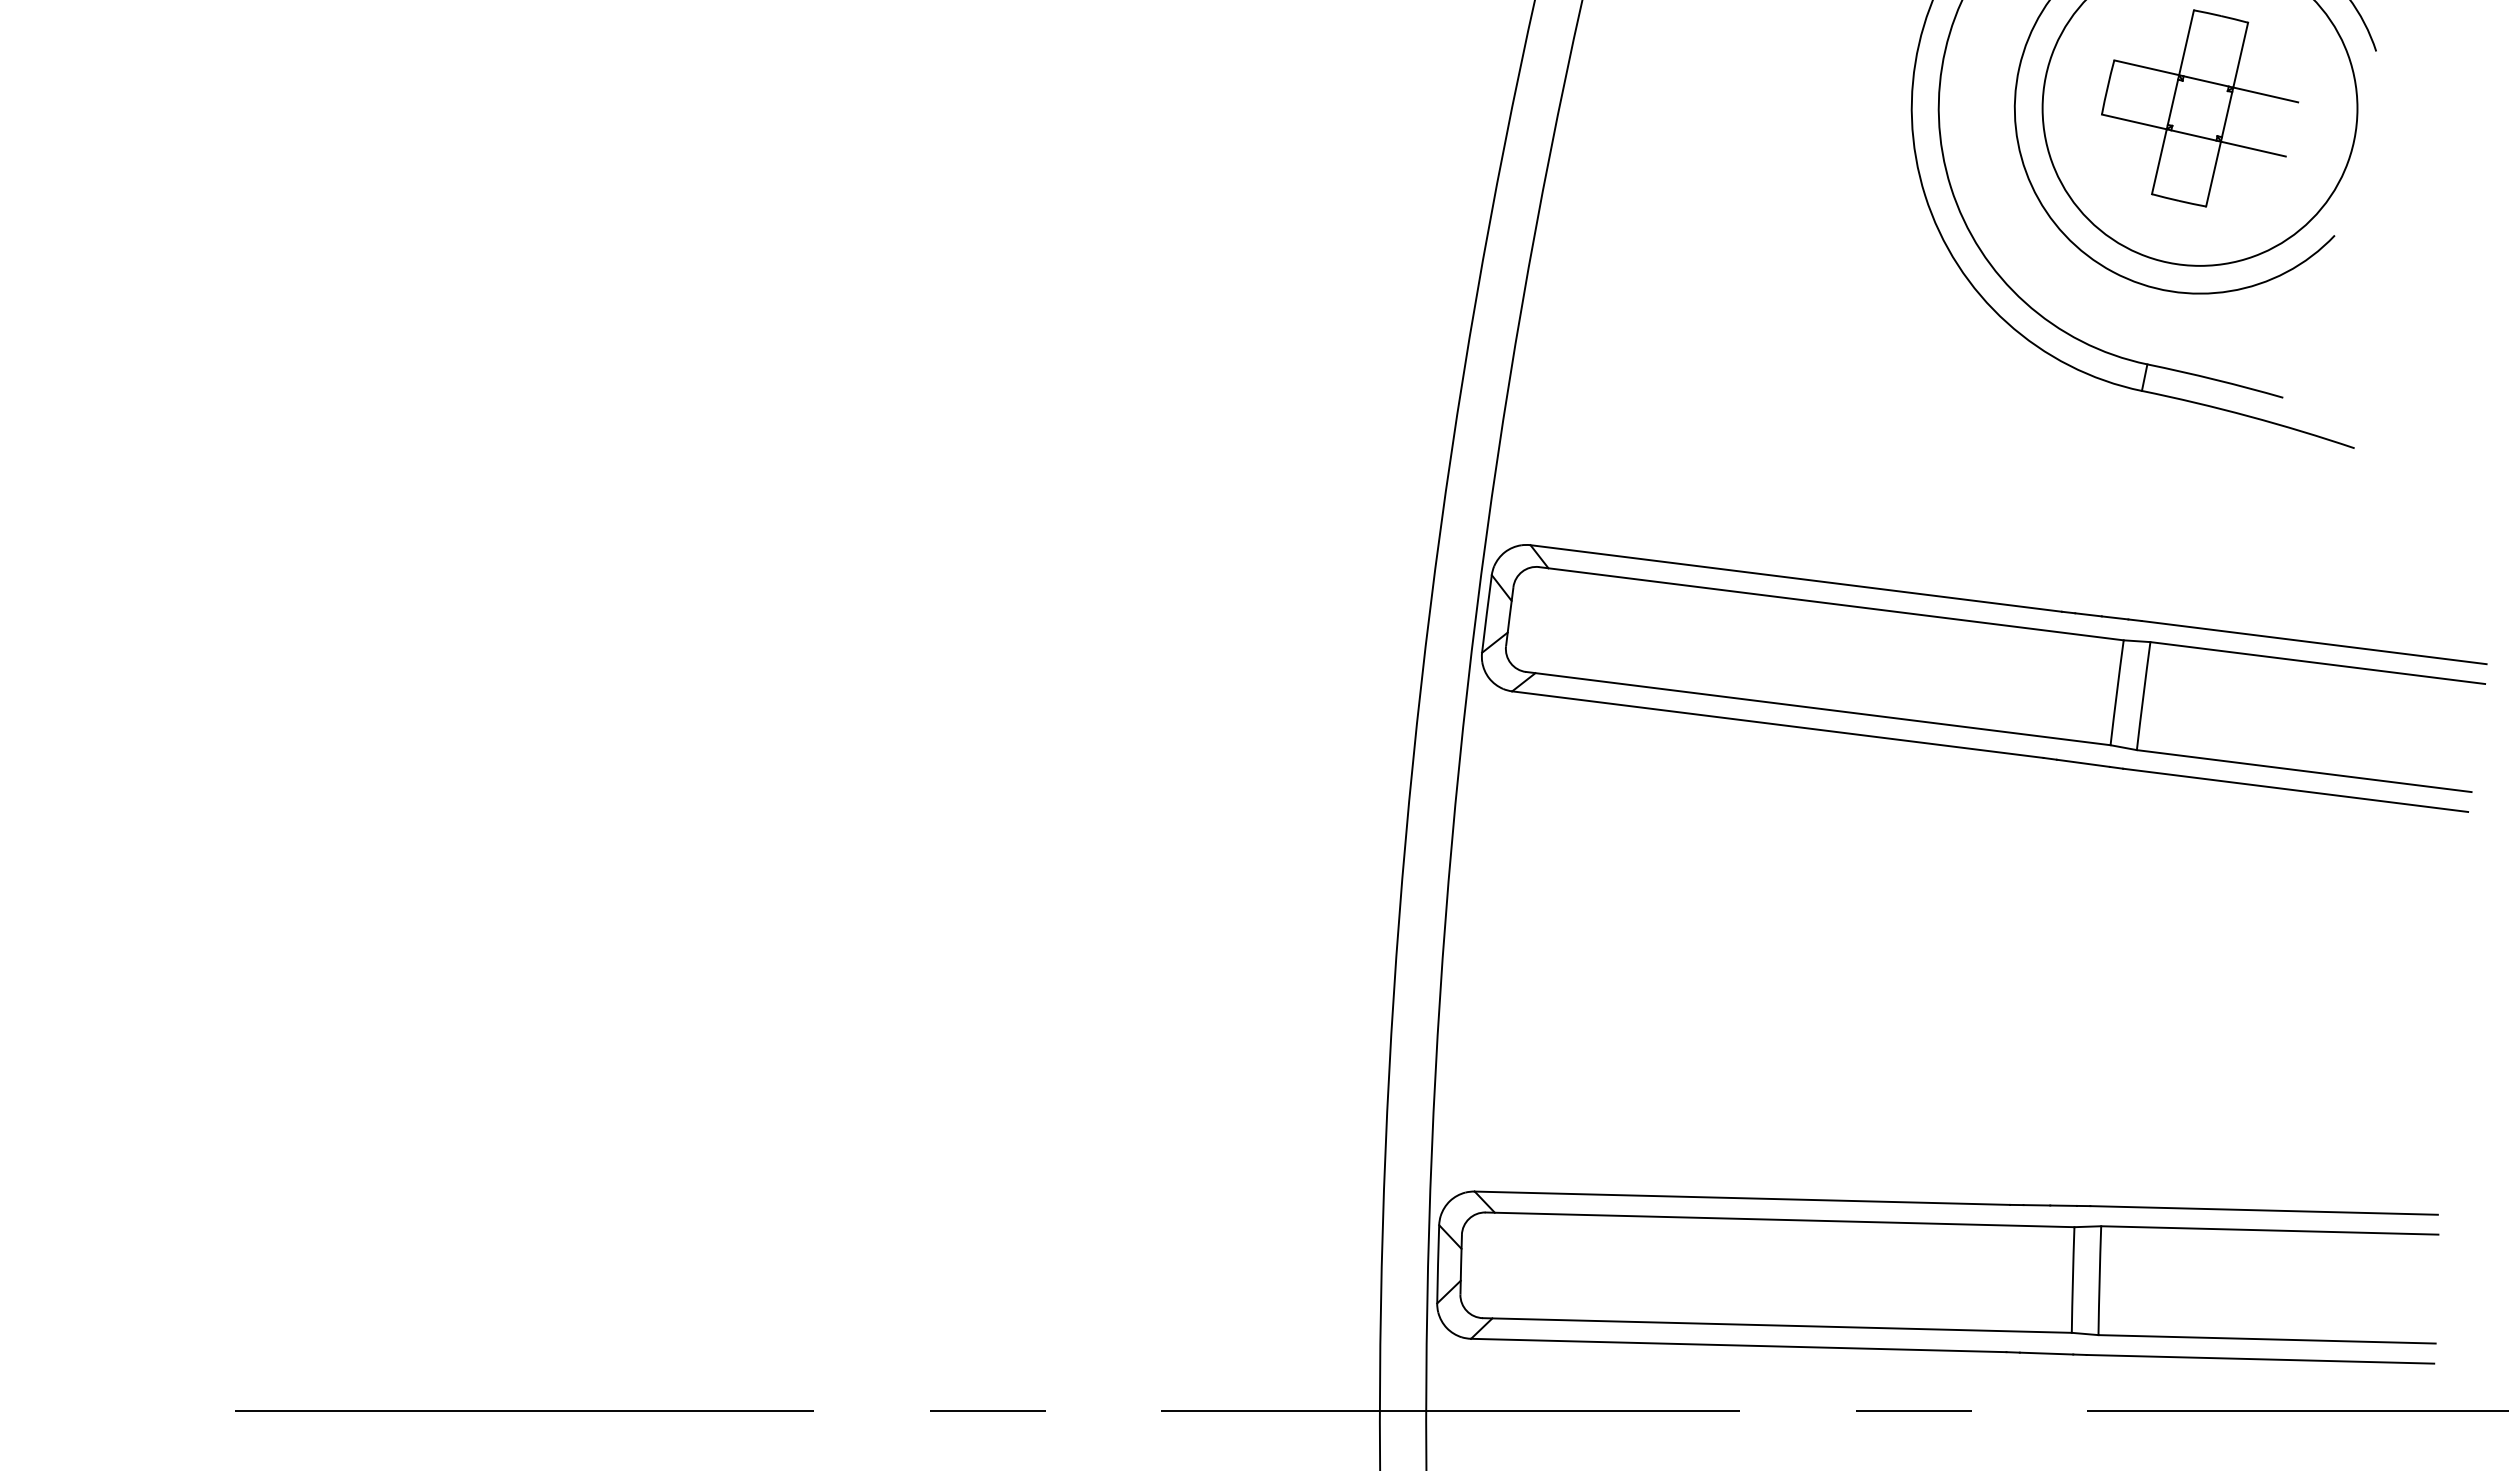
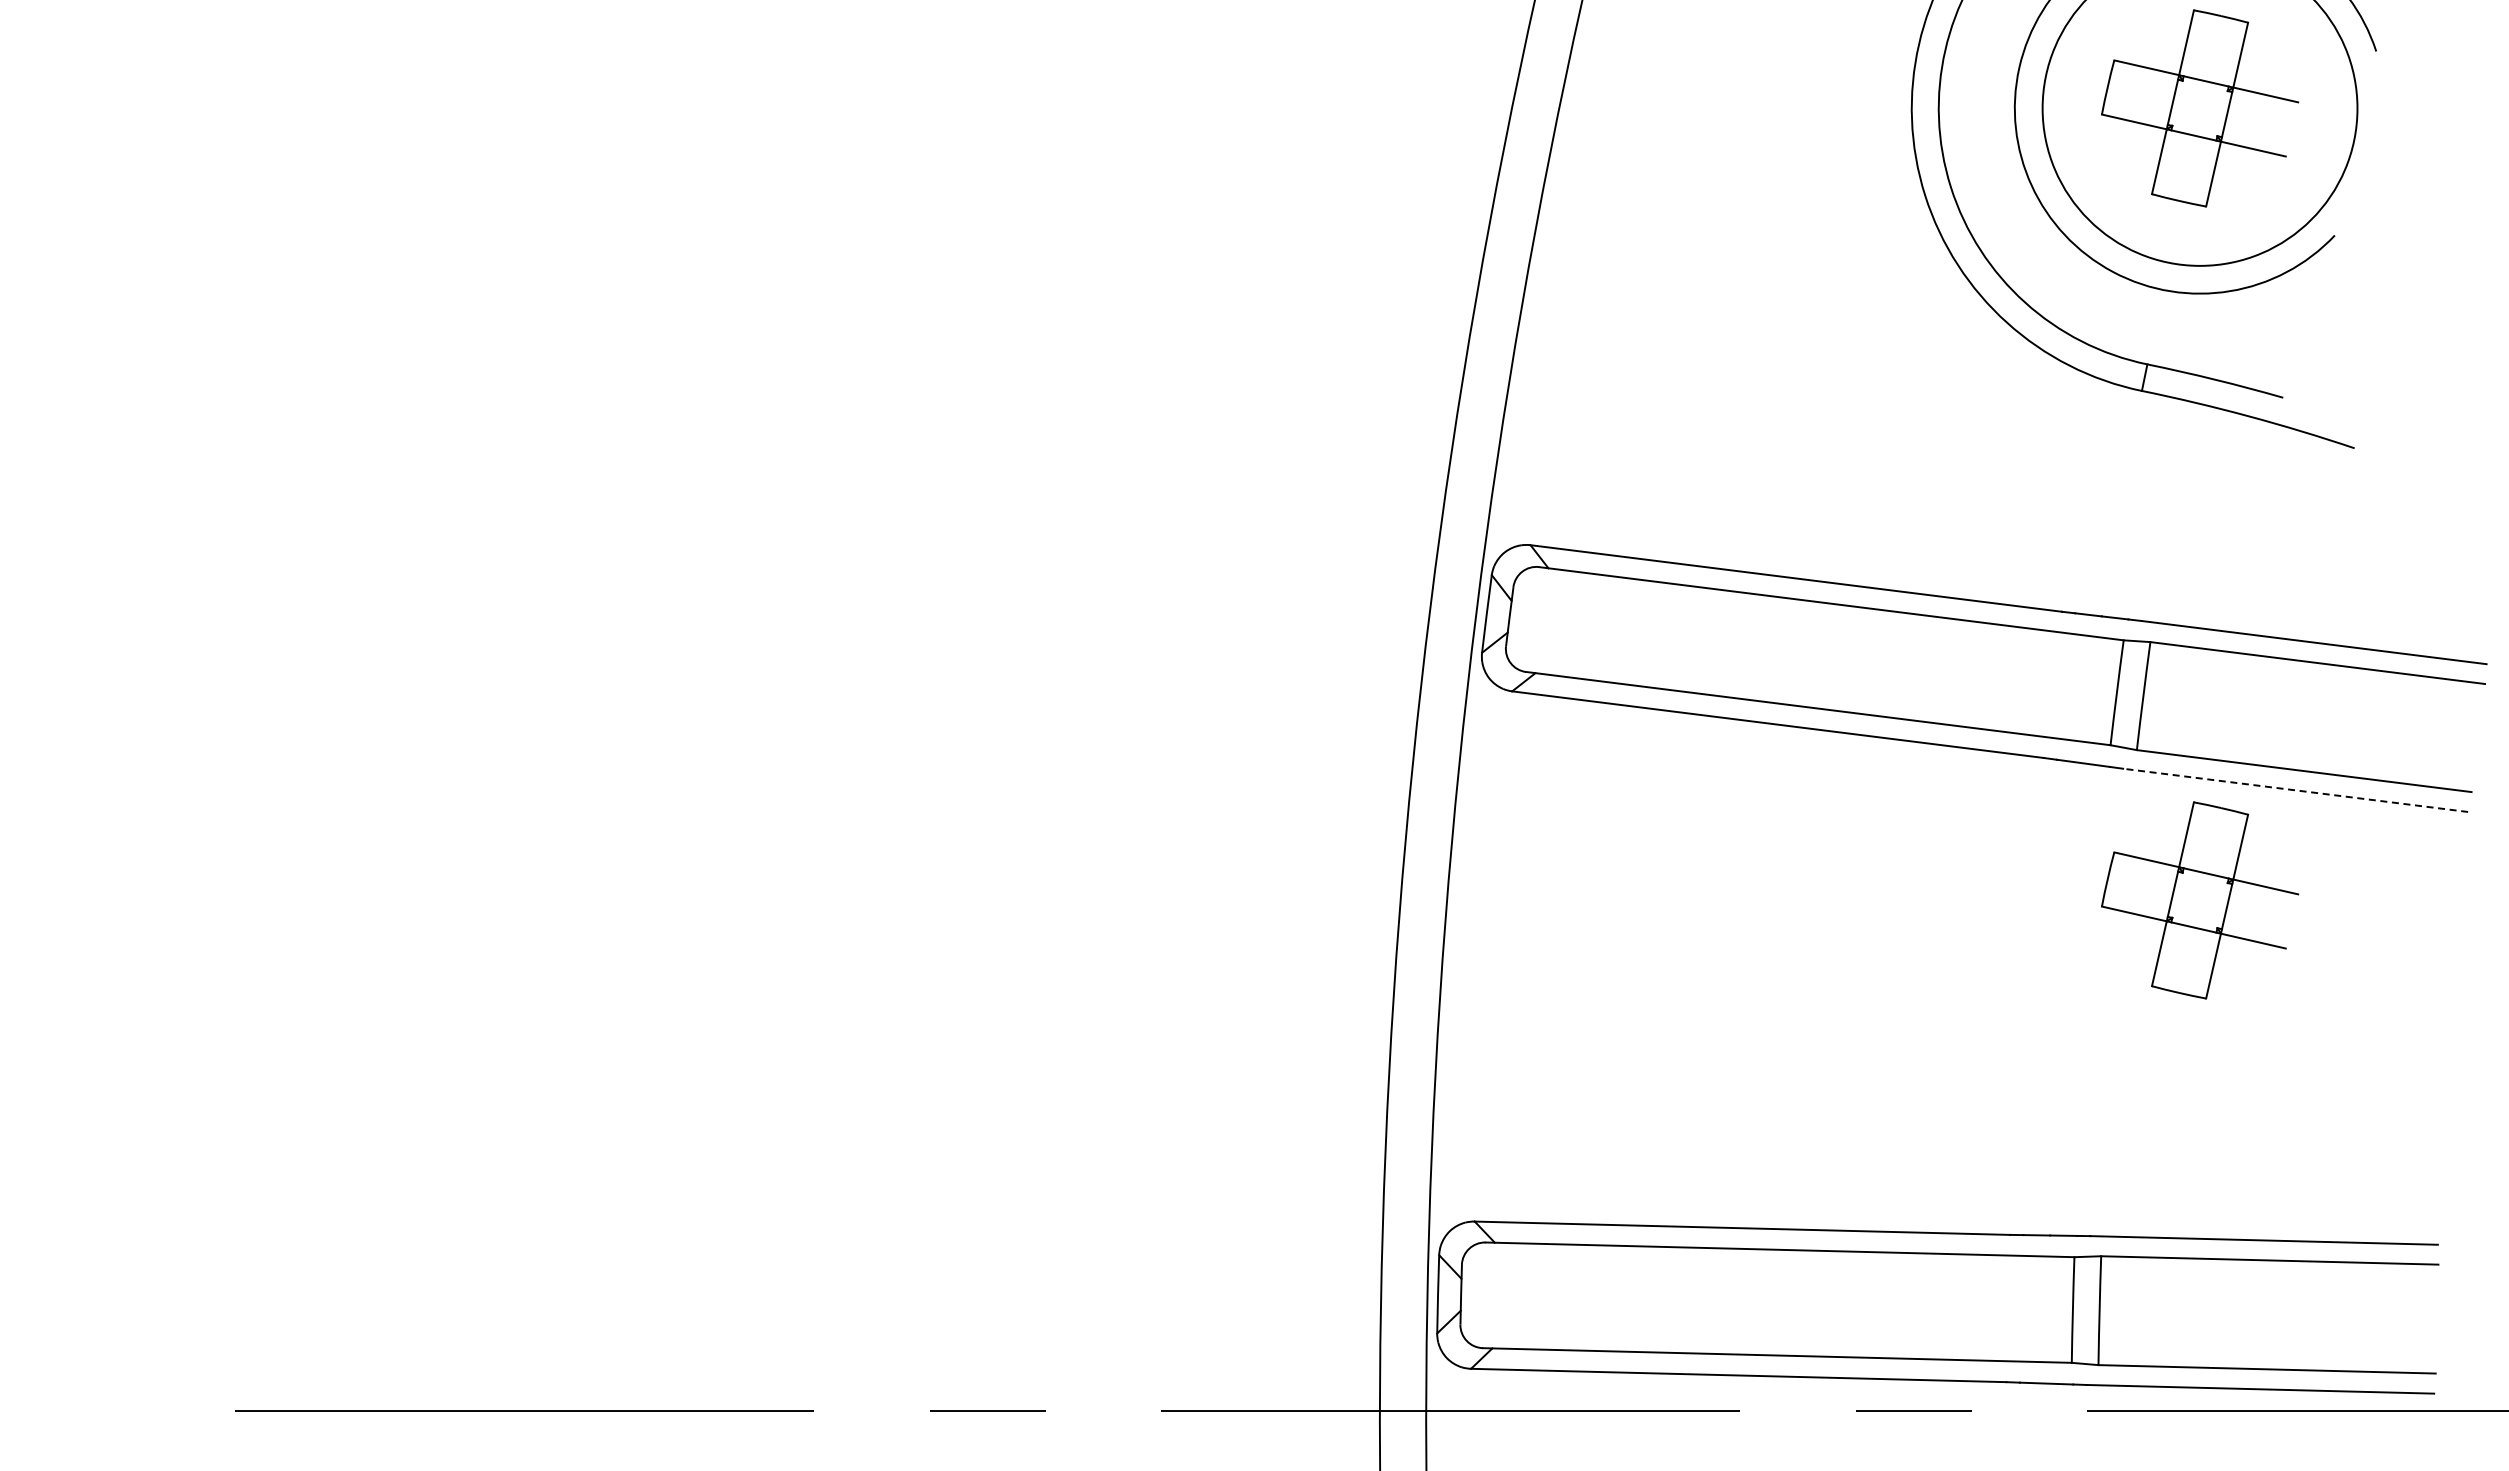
line at (2295, 790): solid -> dashed
part at (2200, 900): none -> present
part at (1937, 1277) position: (1937, 1277) -> (1937, 1307)
